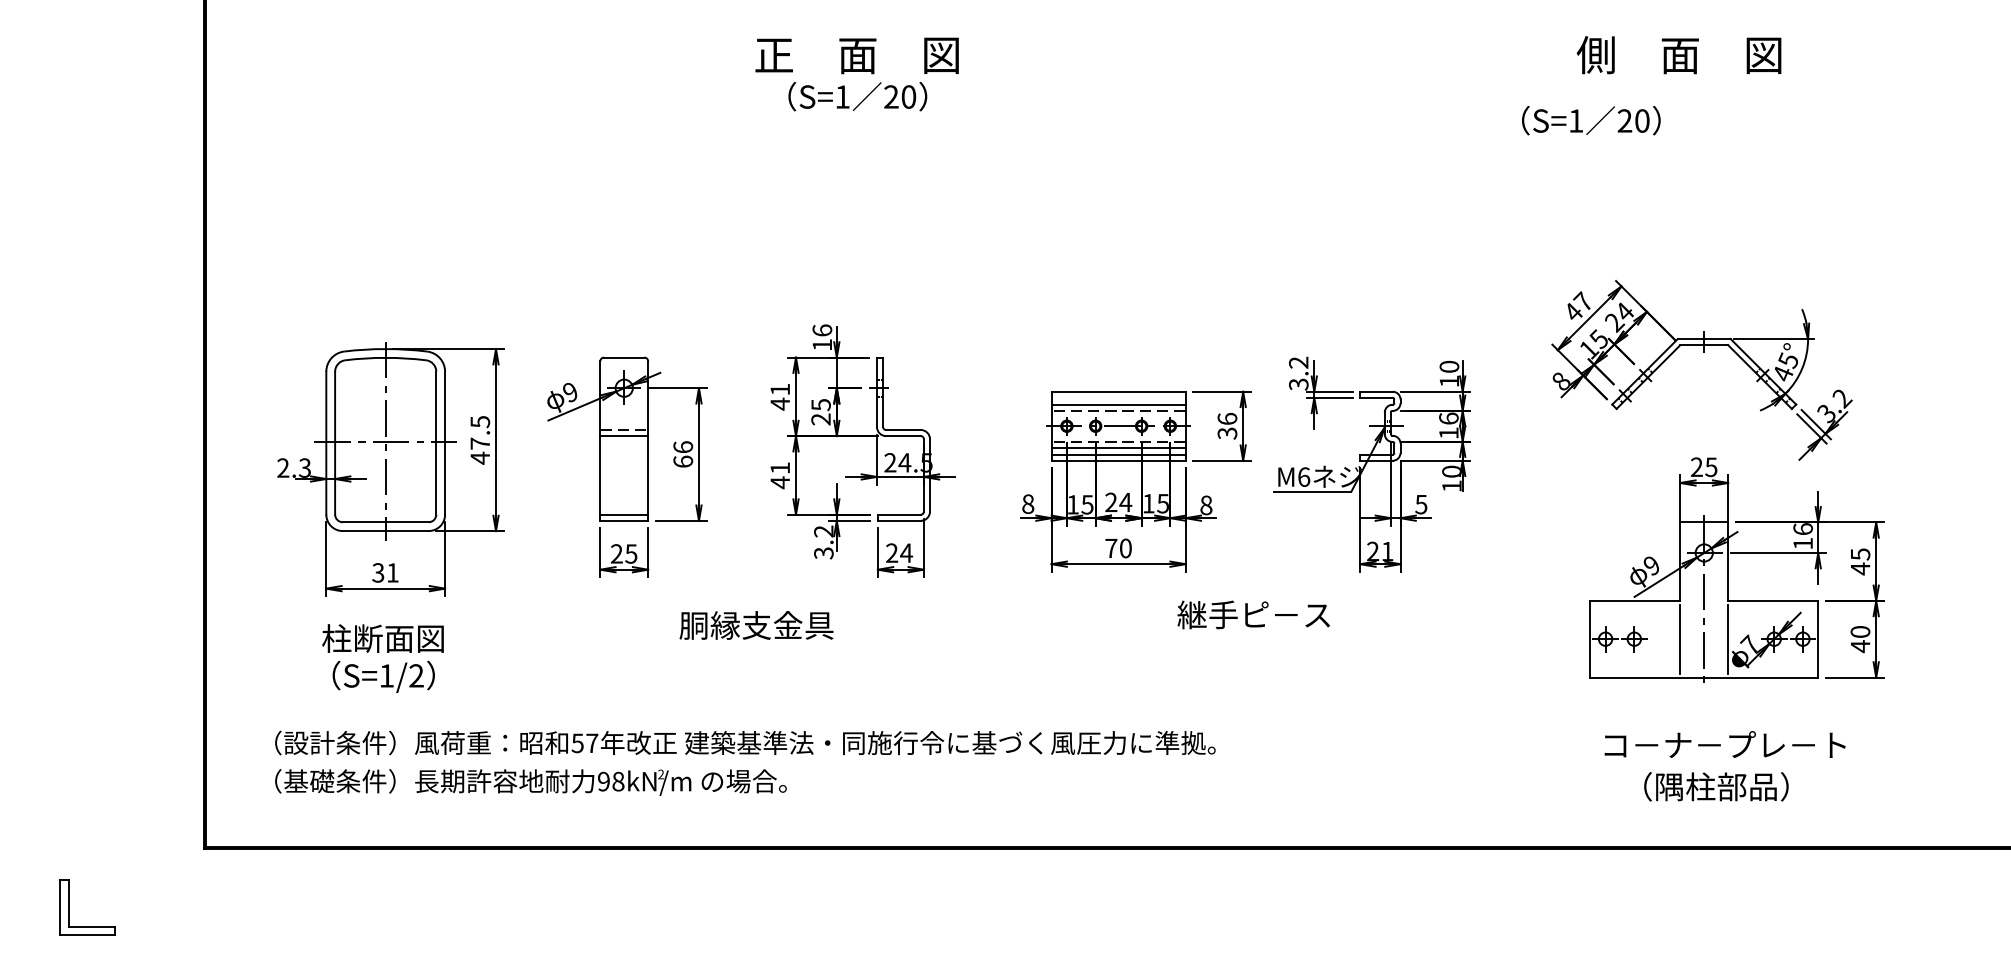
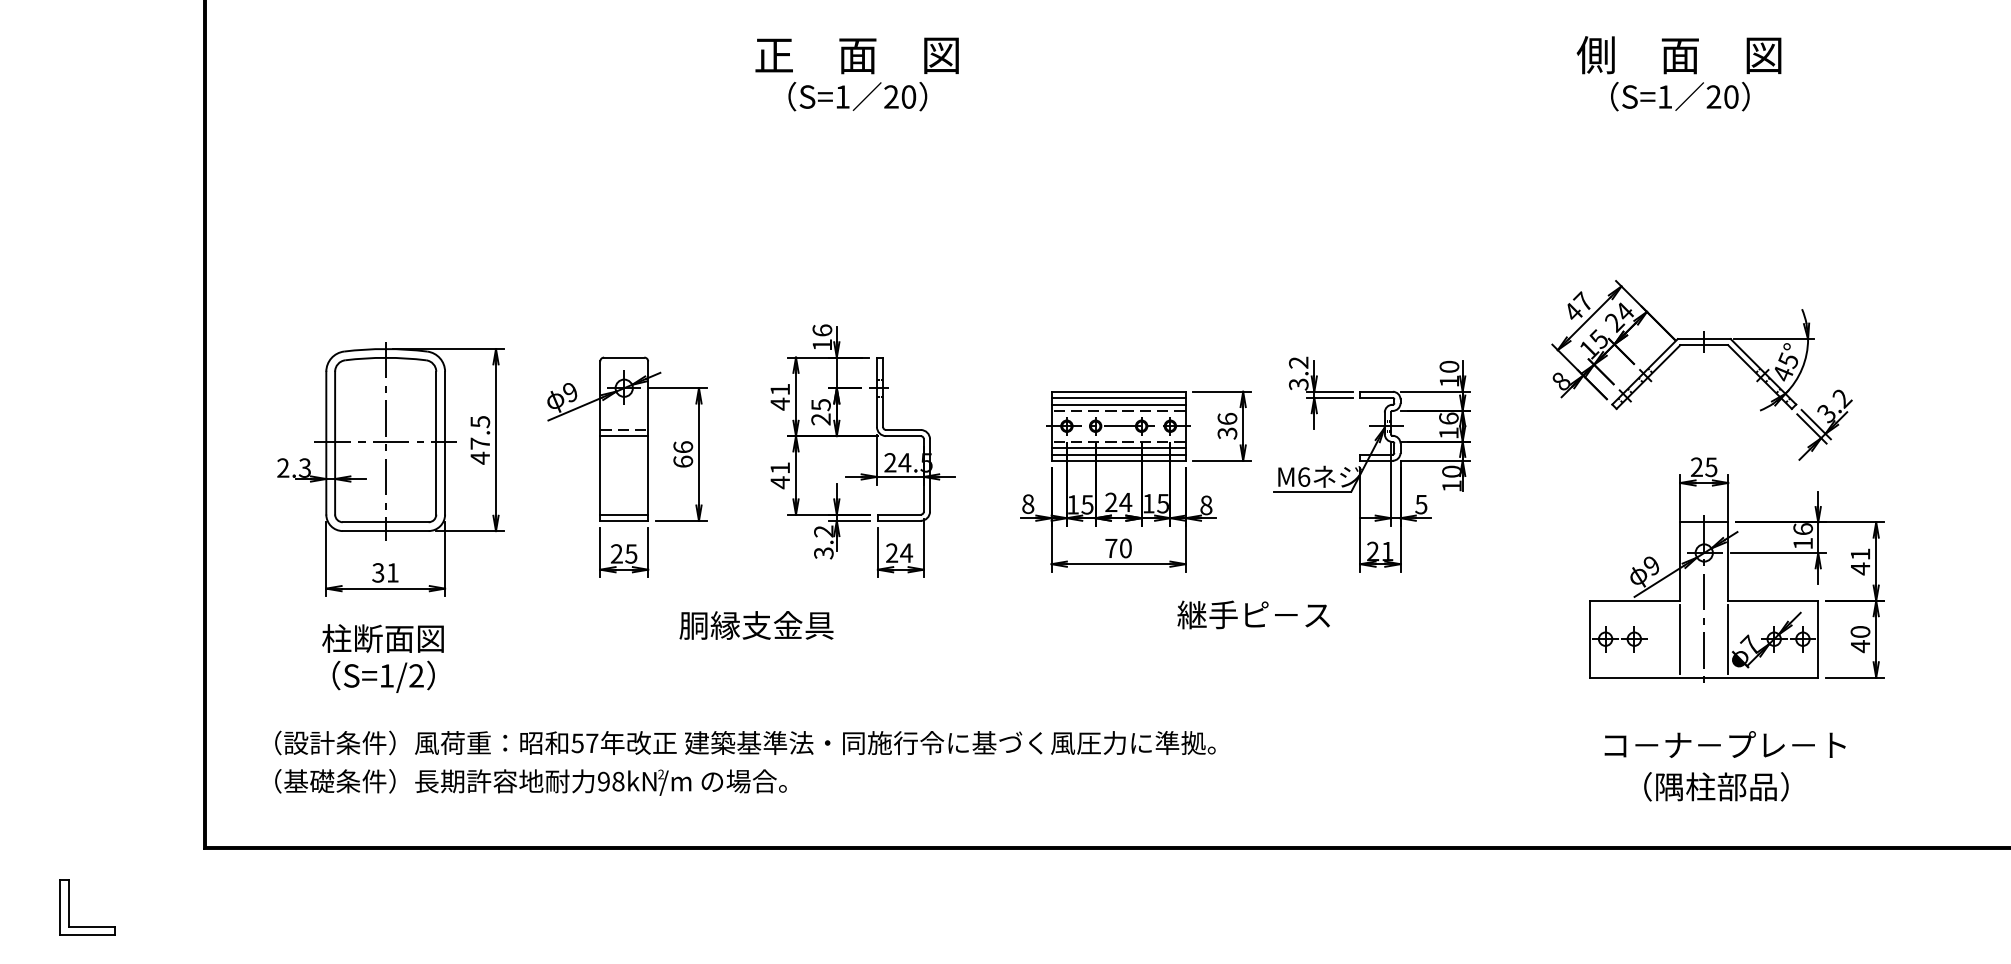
text at (1591, 120) position: (1591, 120) -> (1680, 96)
line at (1118, 397): none -> present
text at (1860, 554): 45 -> 41
